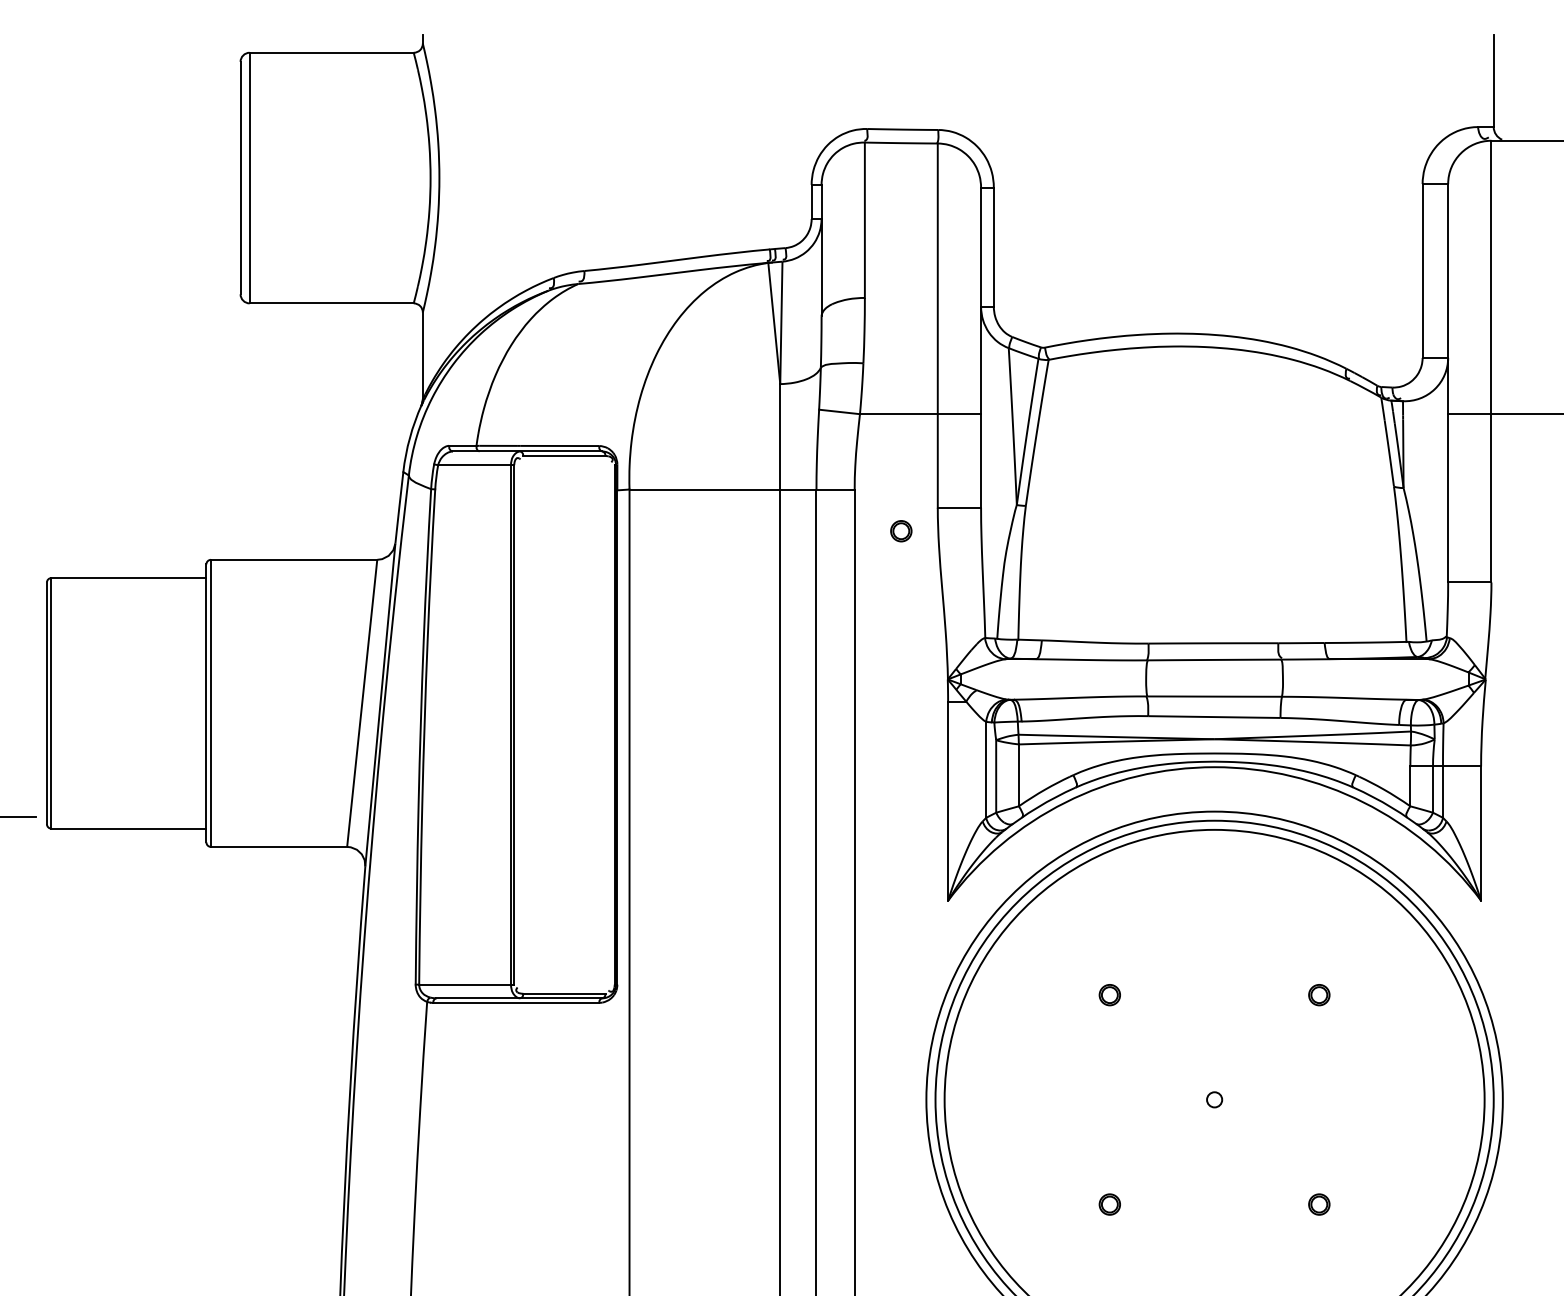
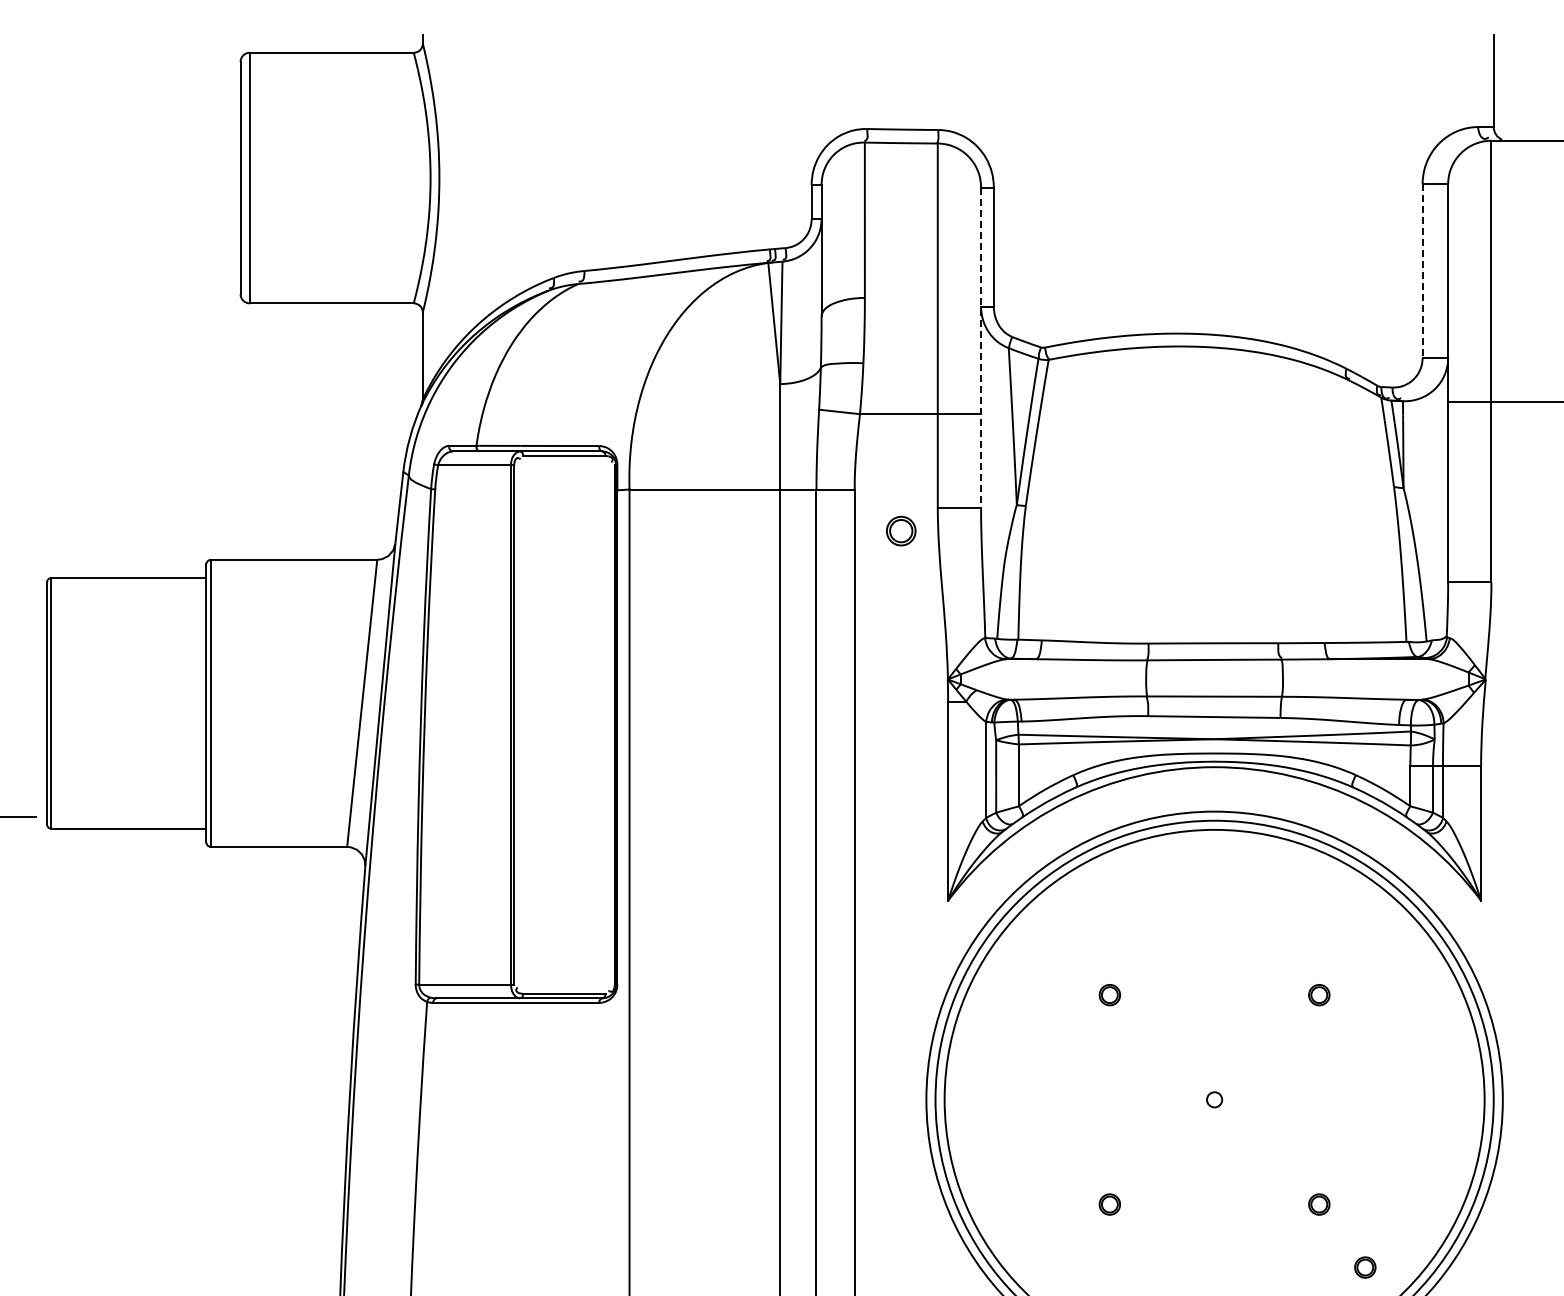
line at (1422, 271): solid -> dashed
line at (981, 348): solid -> dashed
line at (1504, 414) position: (1504, 414) -> (1504, 402)
part at (901, 531) size: 23x23 px -> 31x32 px
part at (1365, 1267): none -> present
